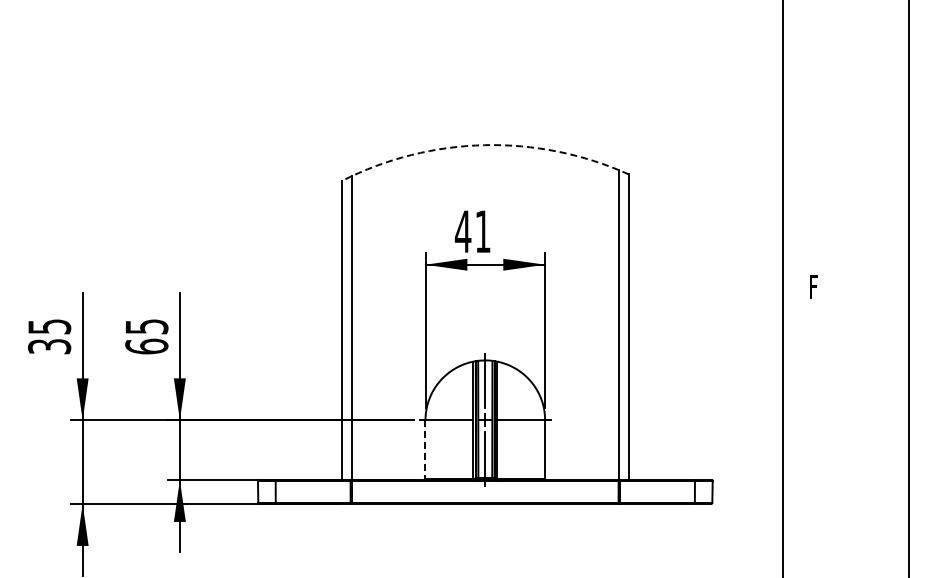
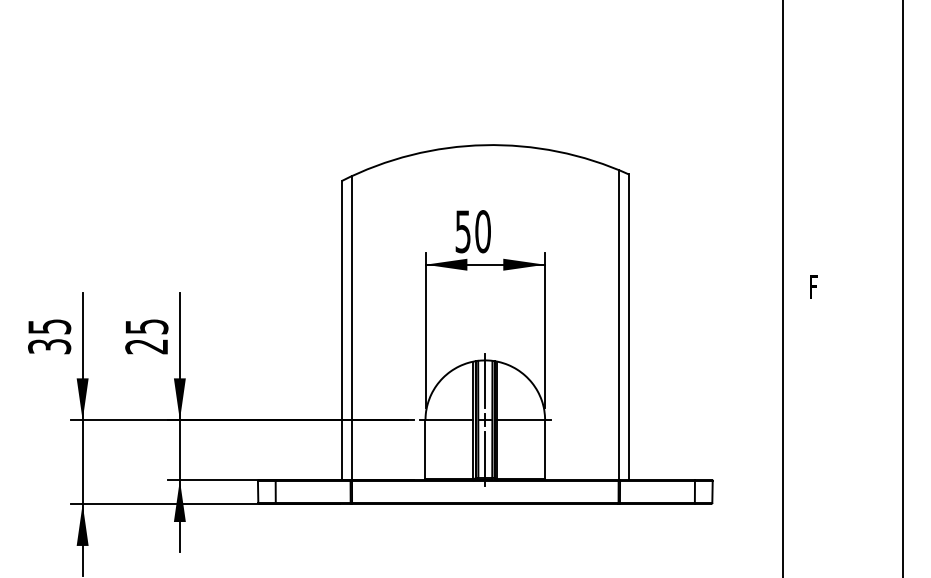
arc at (484, 145): dashed -> solid
text at (472, 231): 41 -> 50
line at (909, 288) position: (909, 288) -> (903, 288)
text at (146, 346): 65 -> 25
line at (425, 450): dashed -> solid
